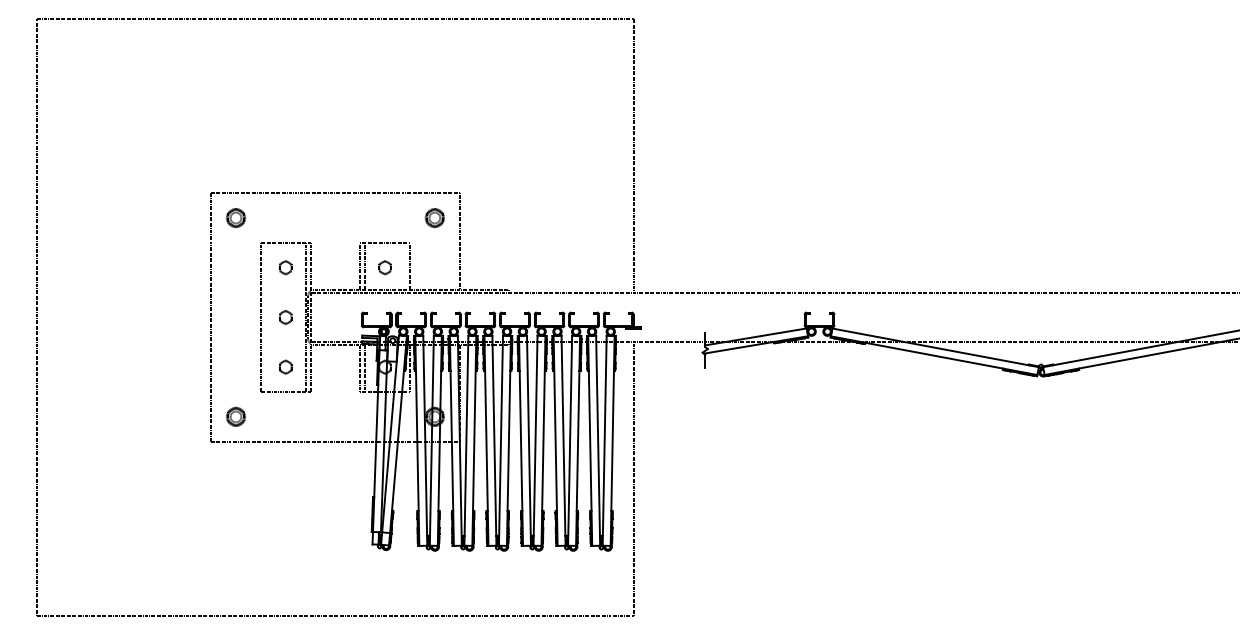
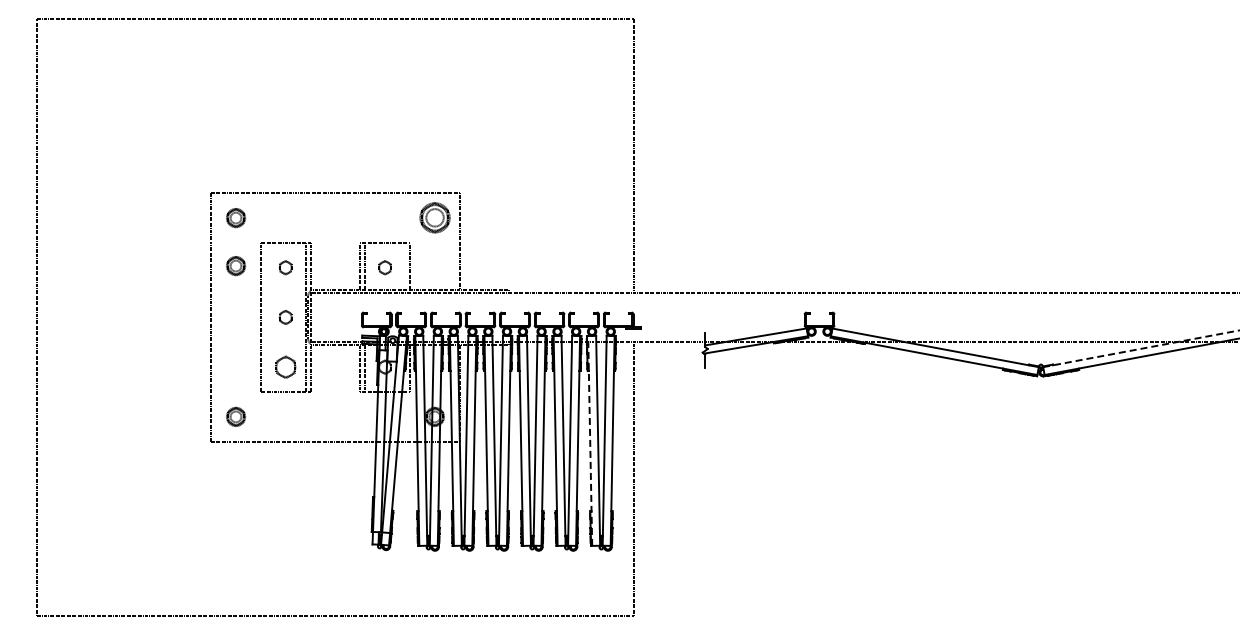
part at (434, 218) size: 21x21 px -> 32x32 px
part at (236, 266): none -> present
line at (1142, 348): solid -> dashed
part at (285, 366) size: 15x16 px -> 22x24 px
line at (590, 440): solid -> dashed
